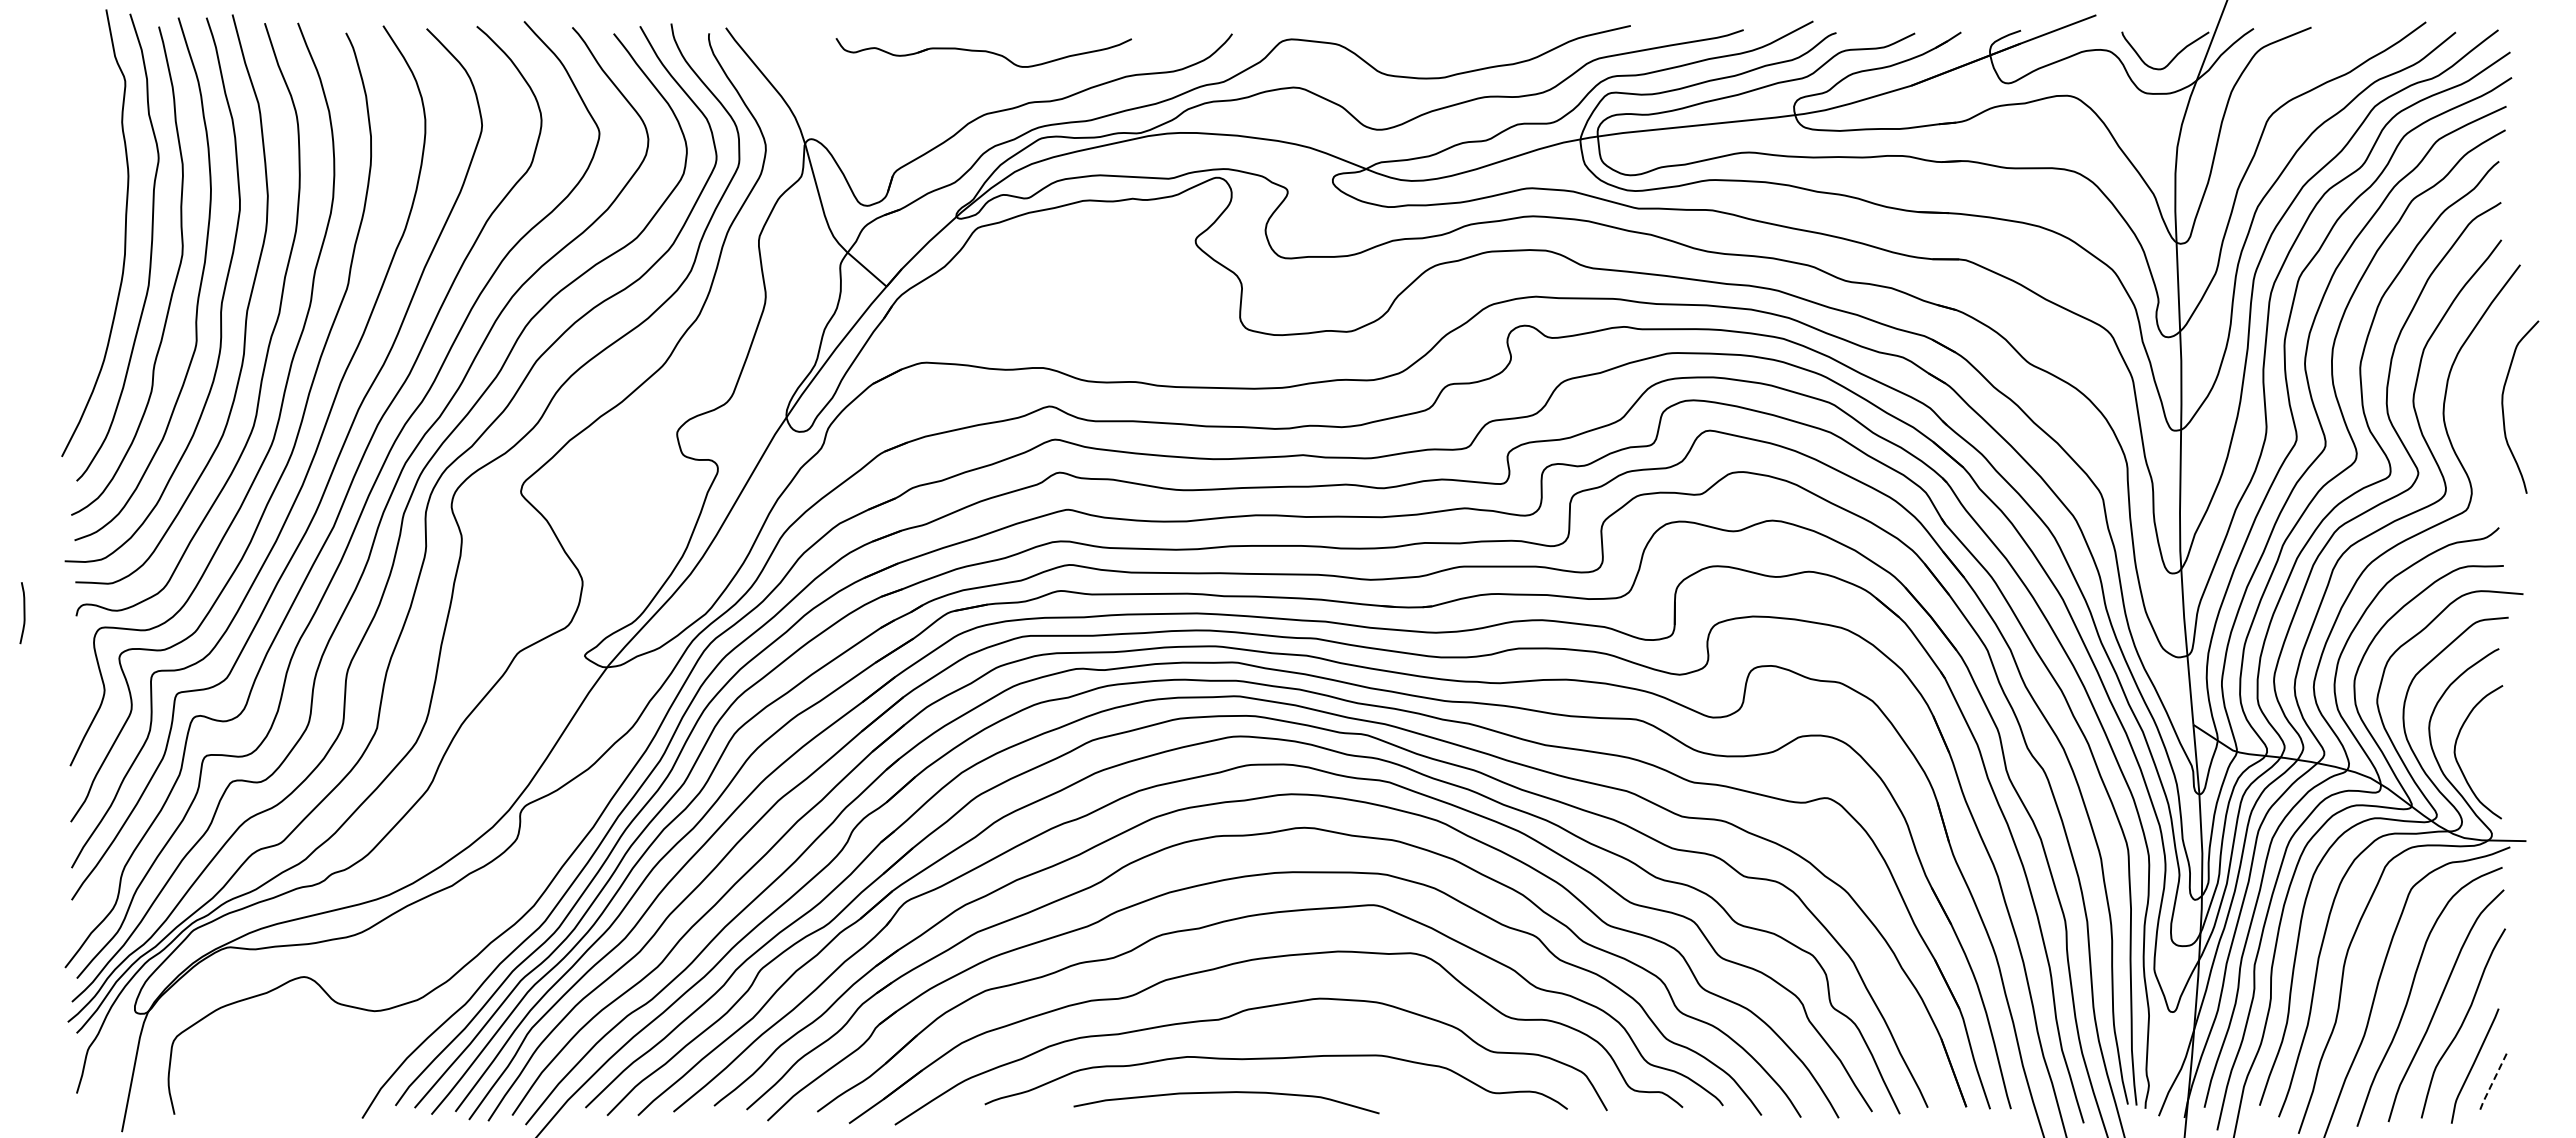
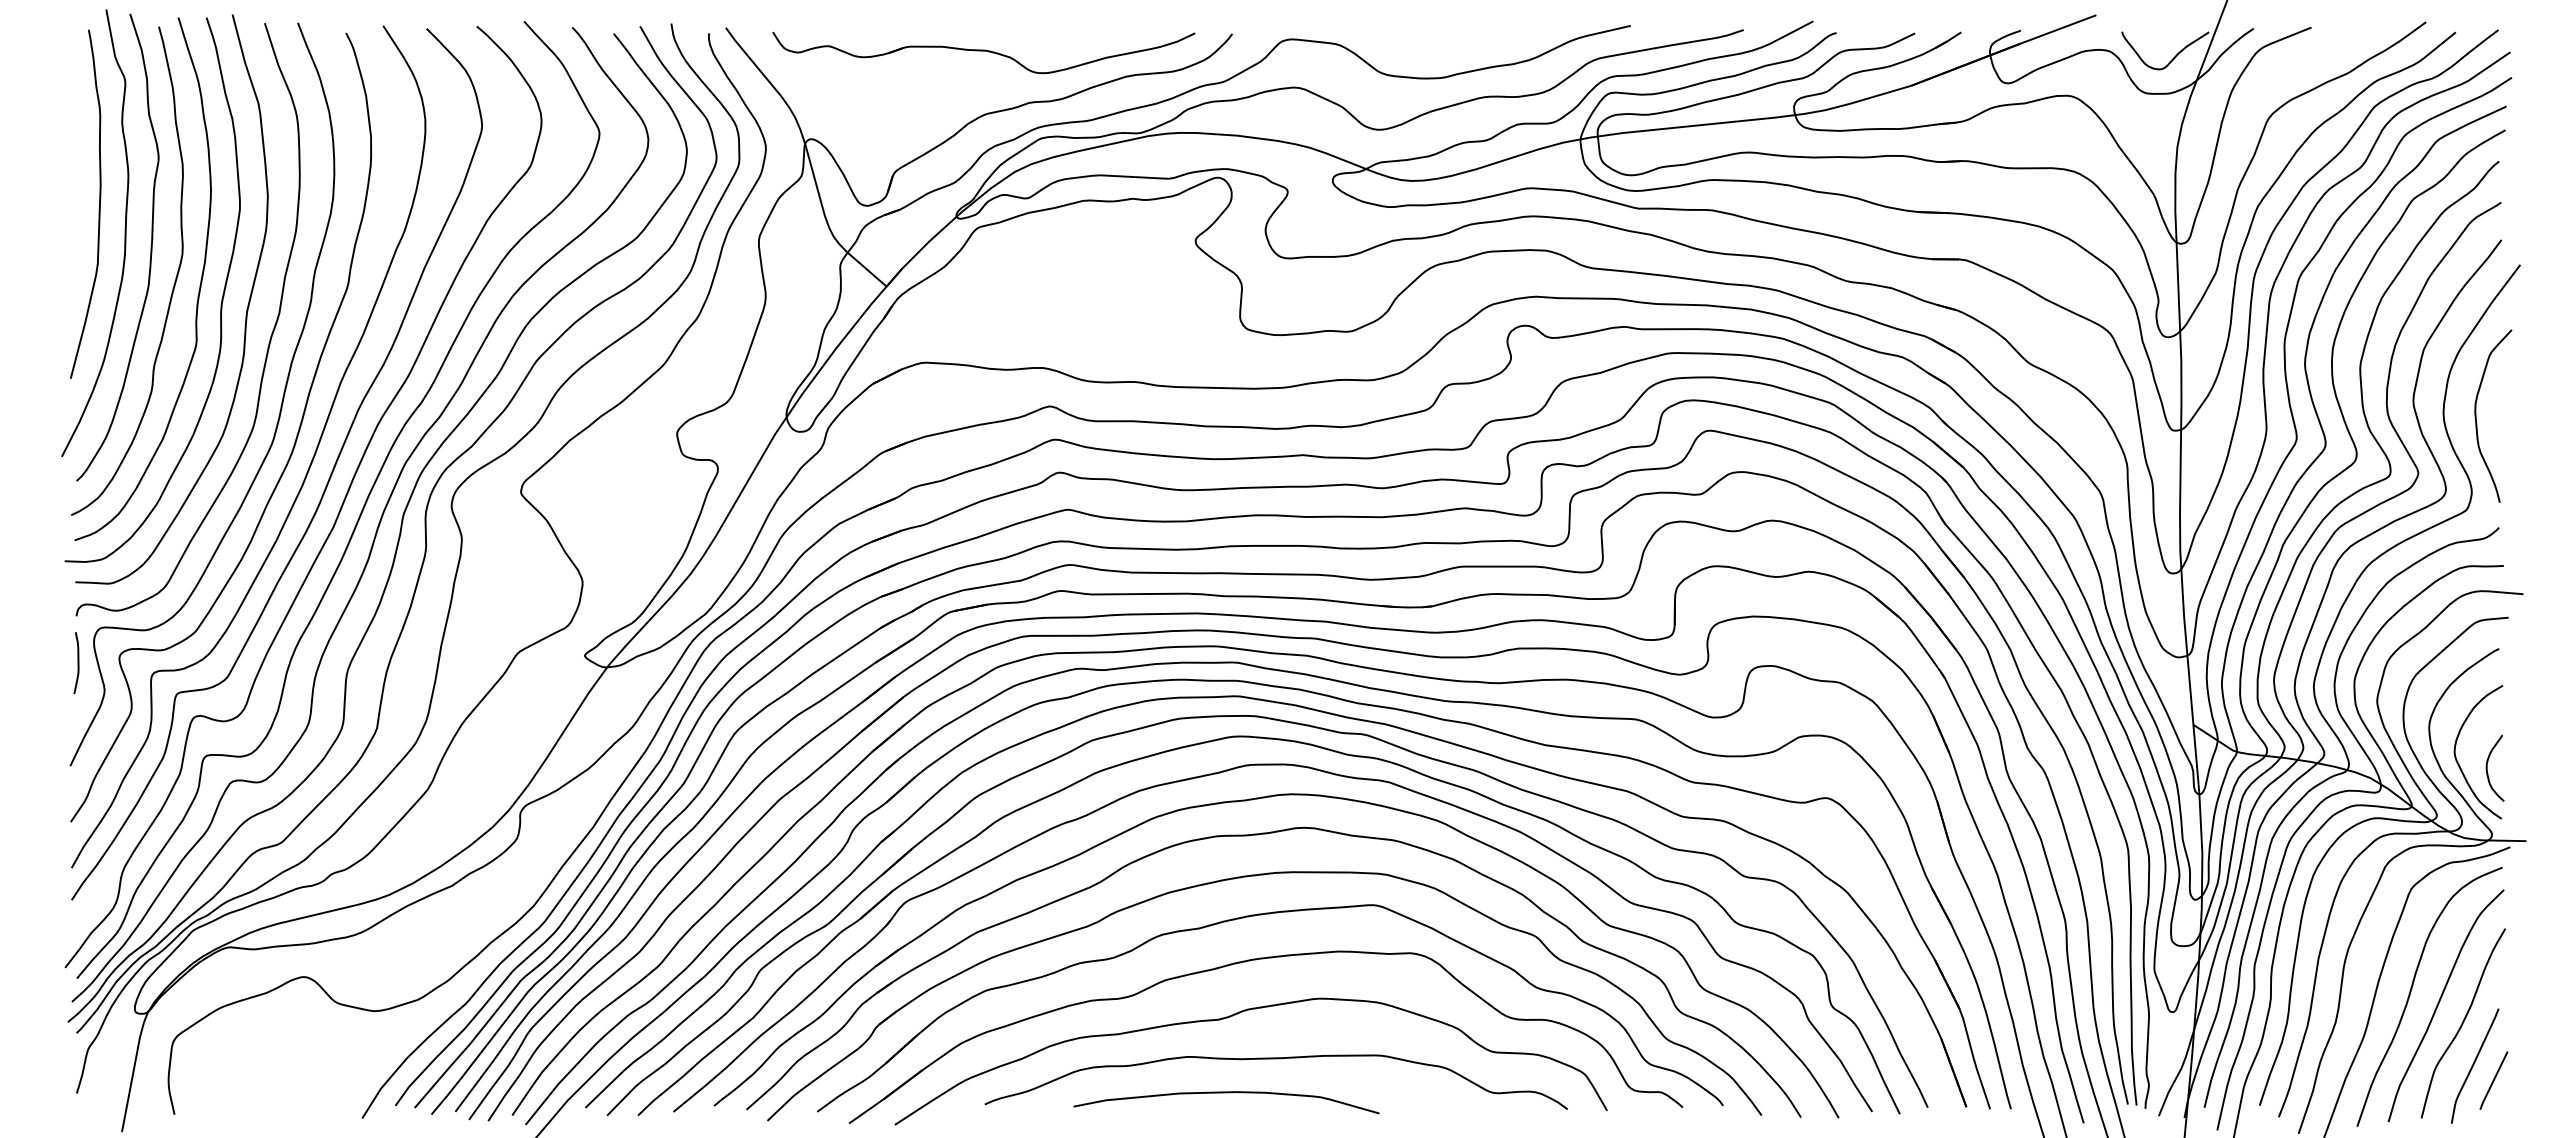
part at (983, 52) size: 297x30 px -> 424x43 px
curve at (99, 203): none -> present
curve at (2503, 406) position: (2503, 406) -> (2476, 415)
curve at (23, 613) position: (23, 613) -> (77, 663)
curve at (2487, 768): none -> present
line at (2493, 1081): dashed -> solid
